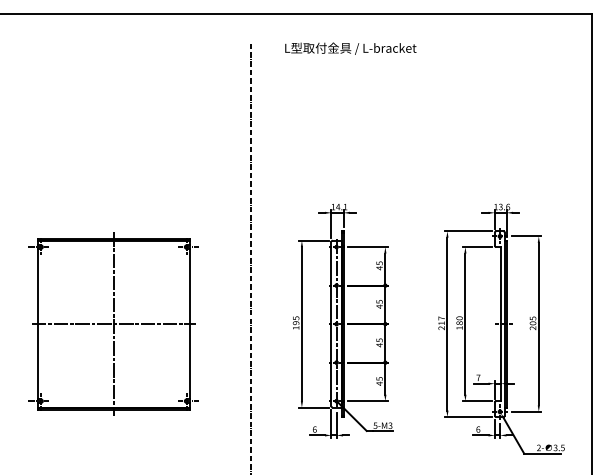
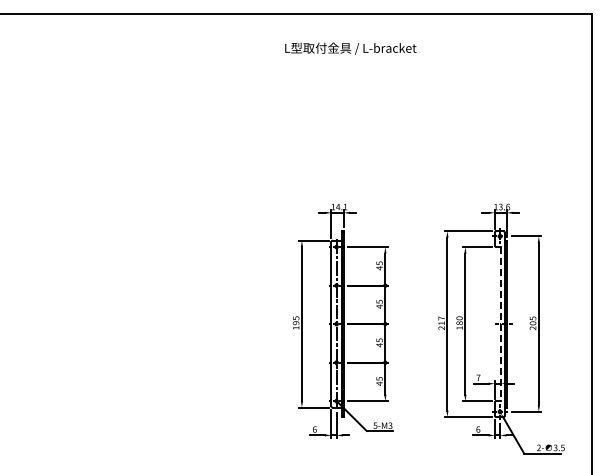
line at (250, 257): present -> none
part at (113, 323): present -> none
line at (500, 324): solid -> dashed
